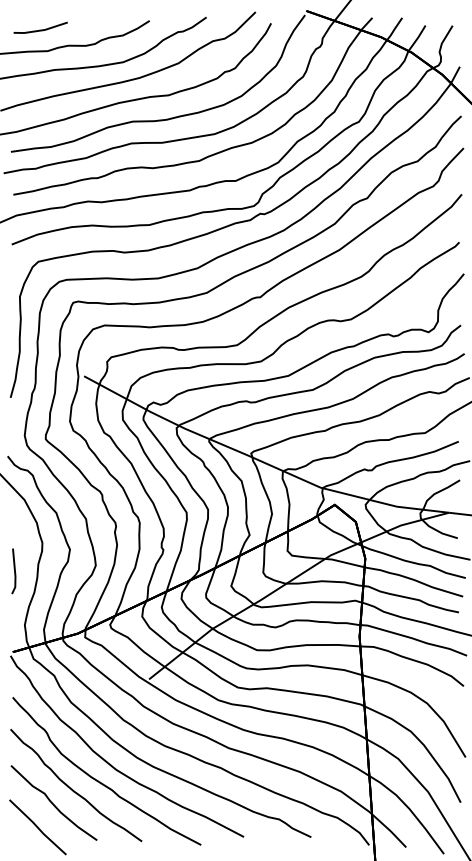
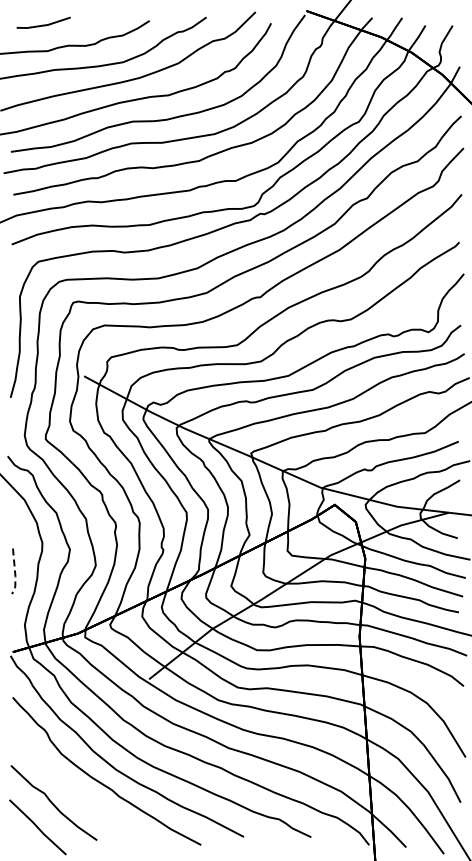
line at (40, 29) position: (40, 29) -> (43, 24)
line at (15, 572): solid -> dashed
curve at (72, 788): present -> none
